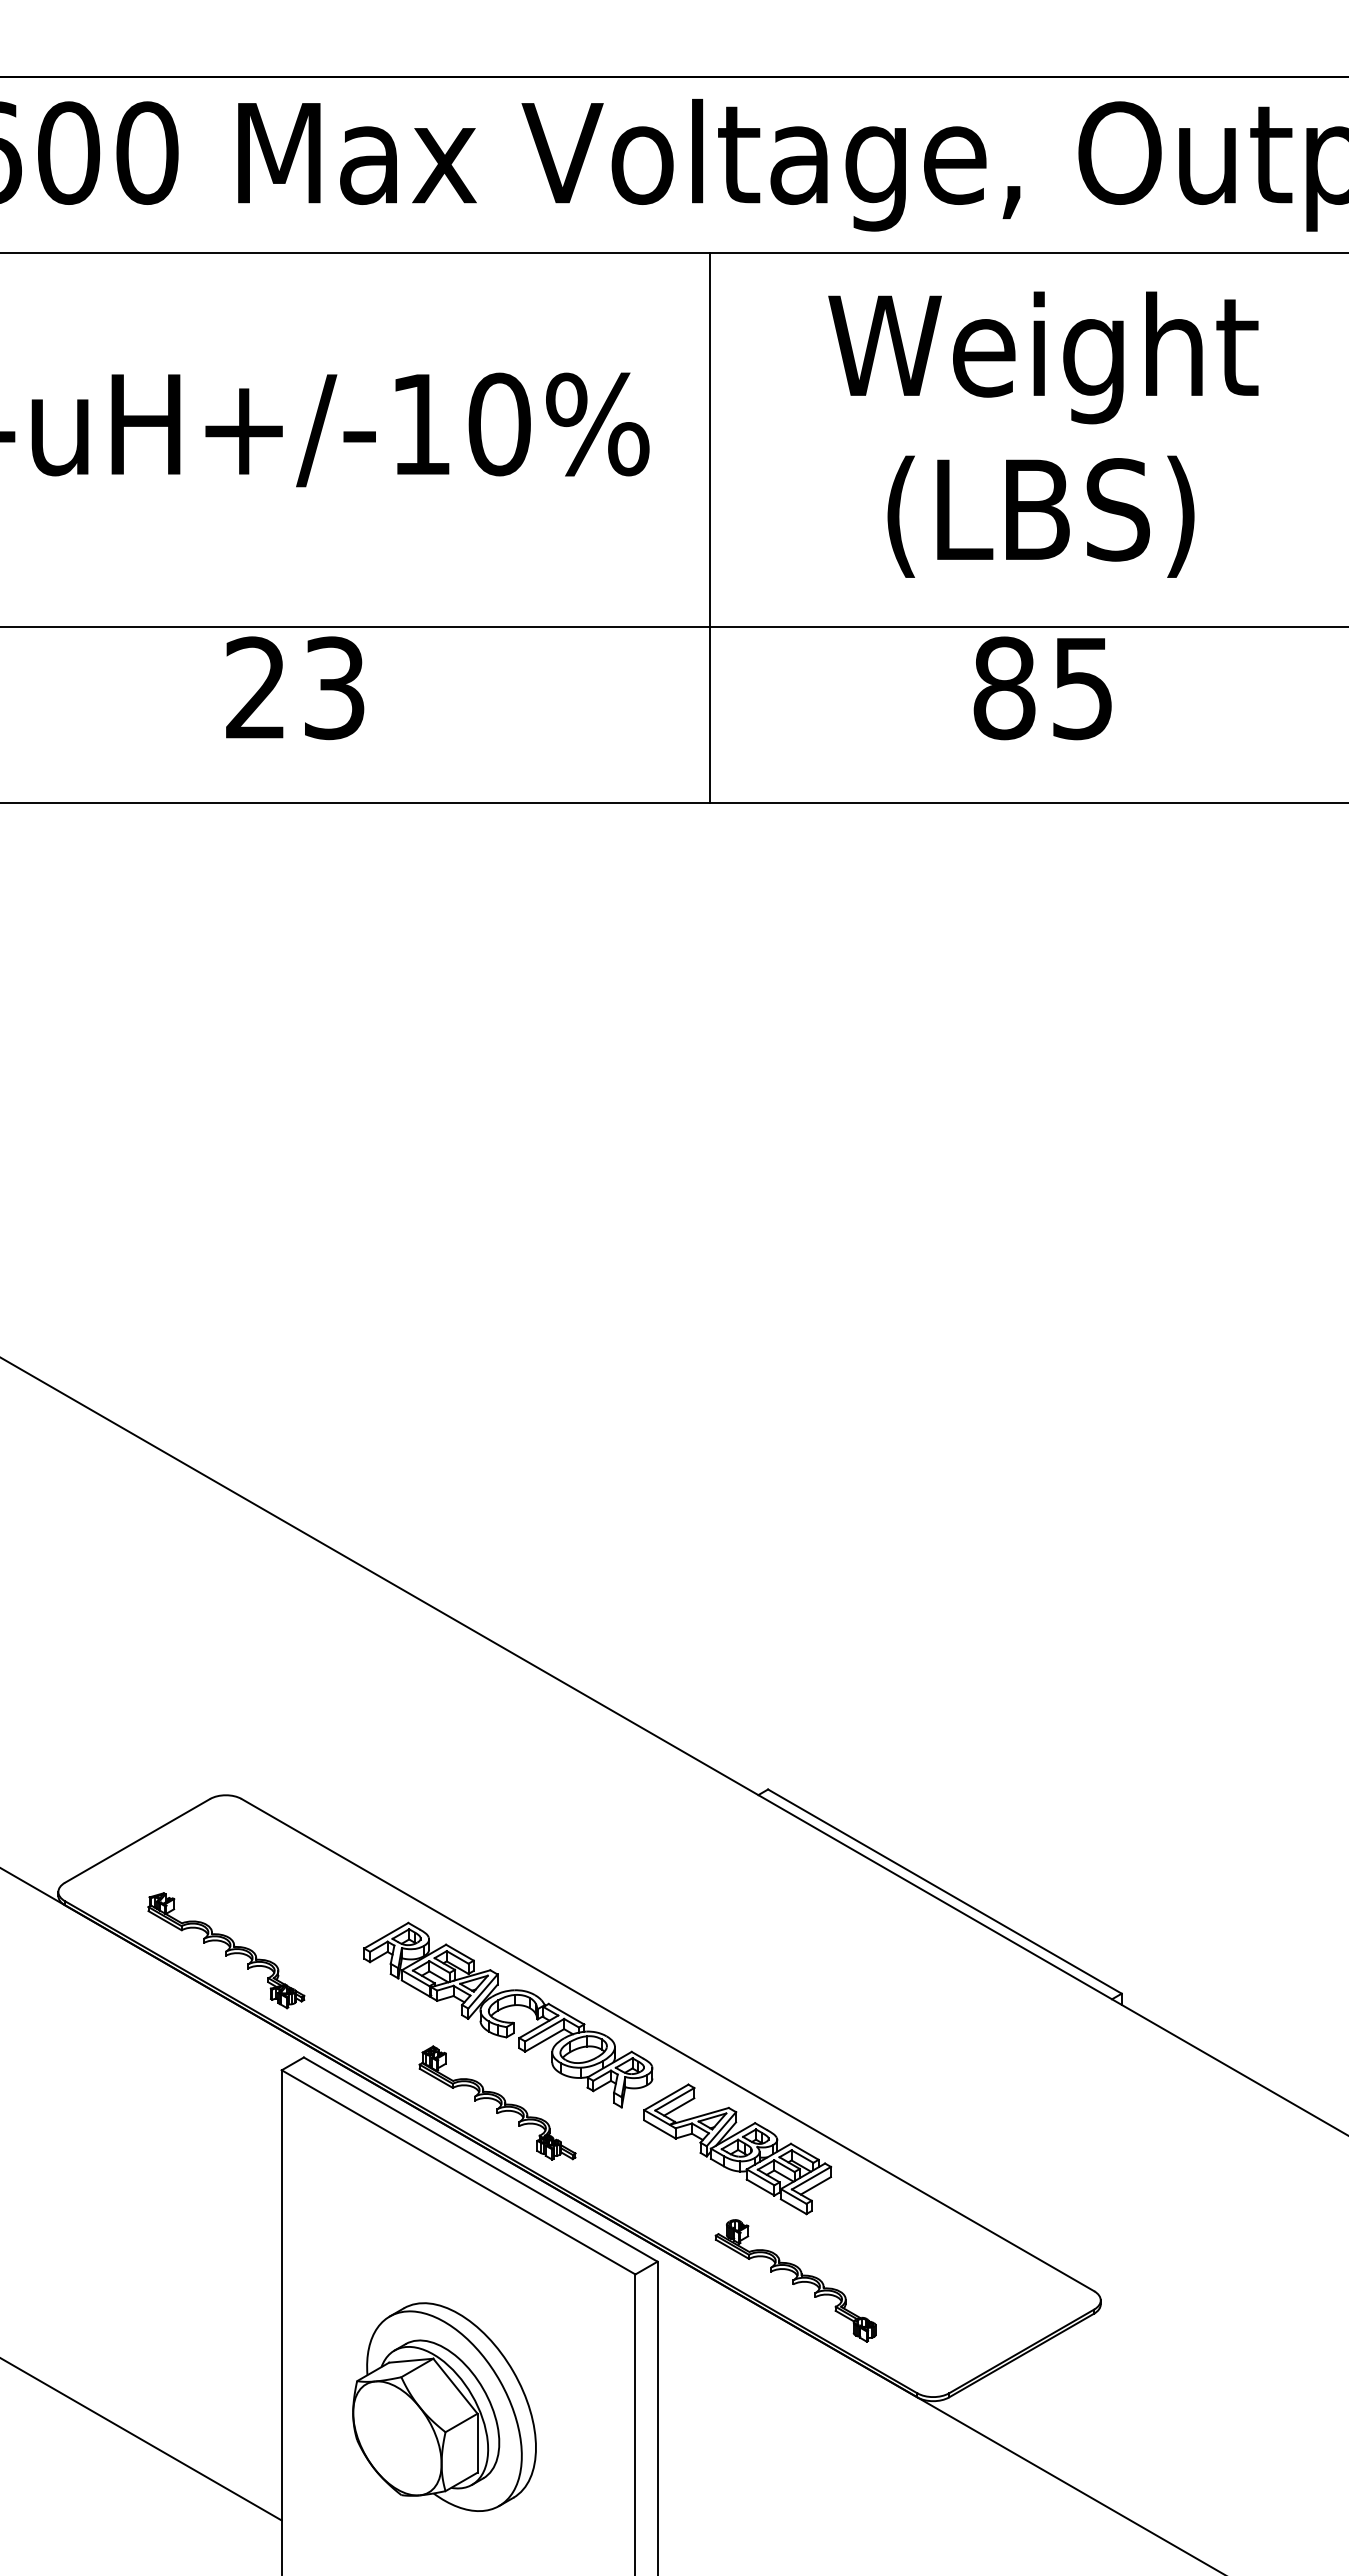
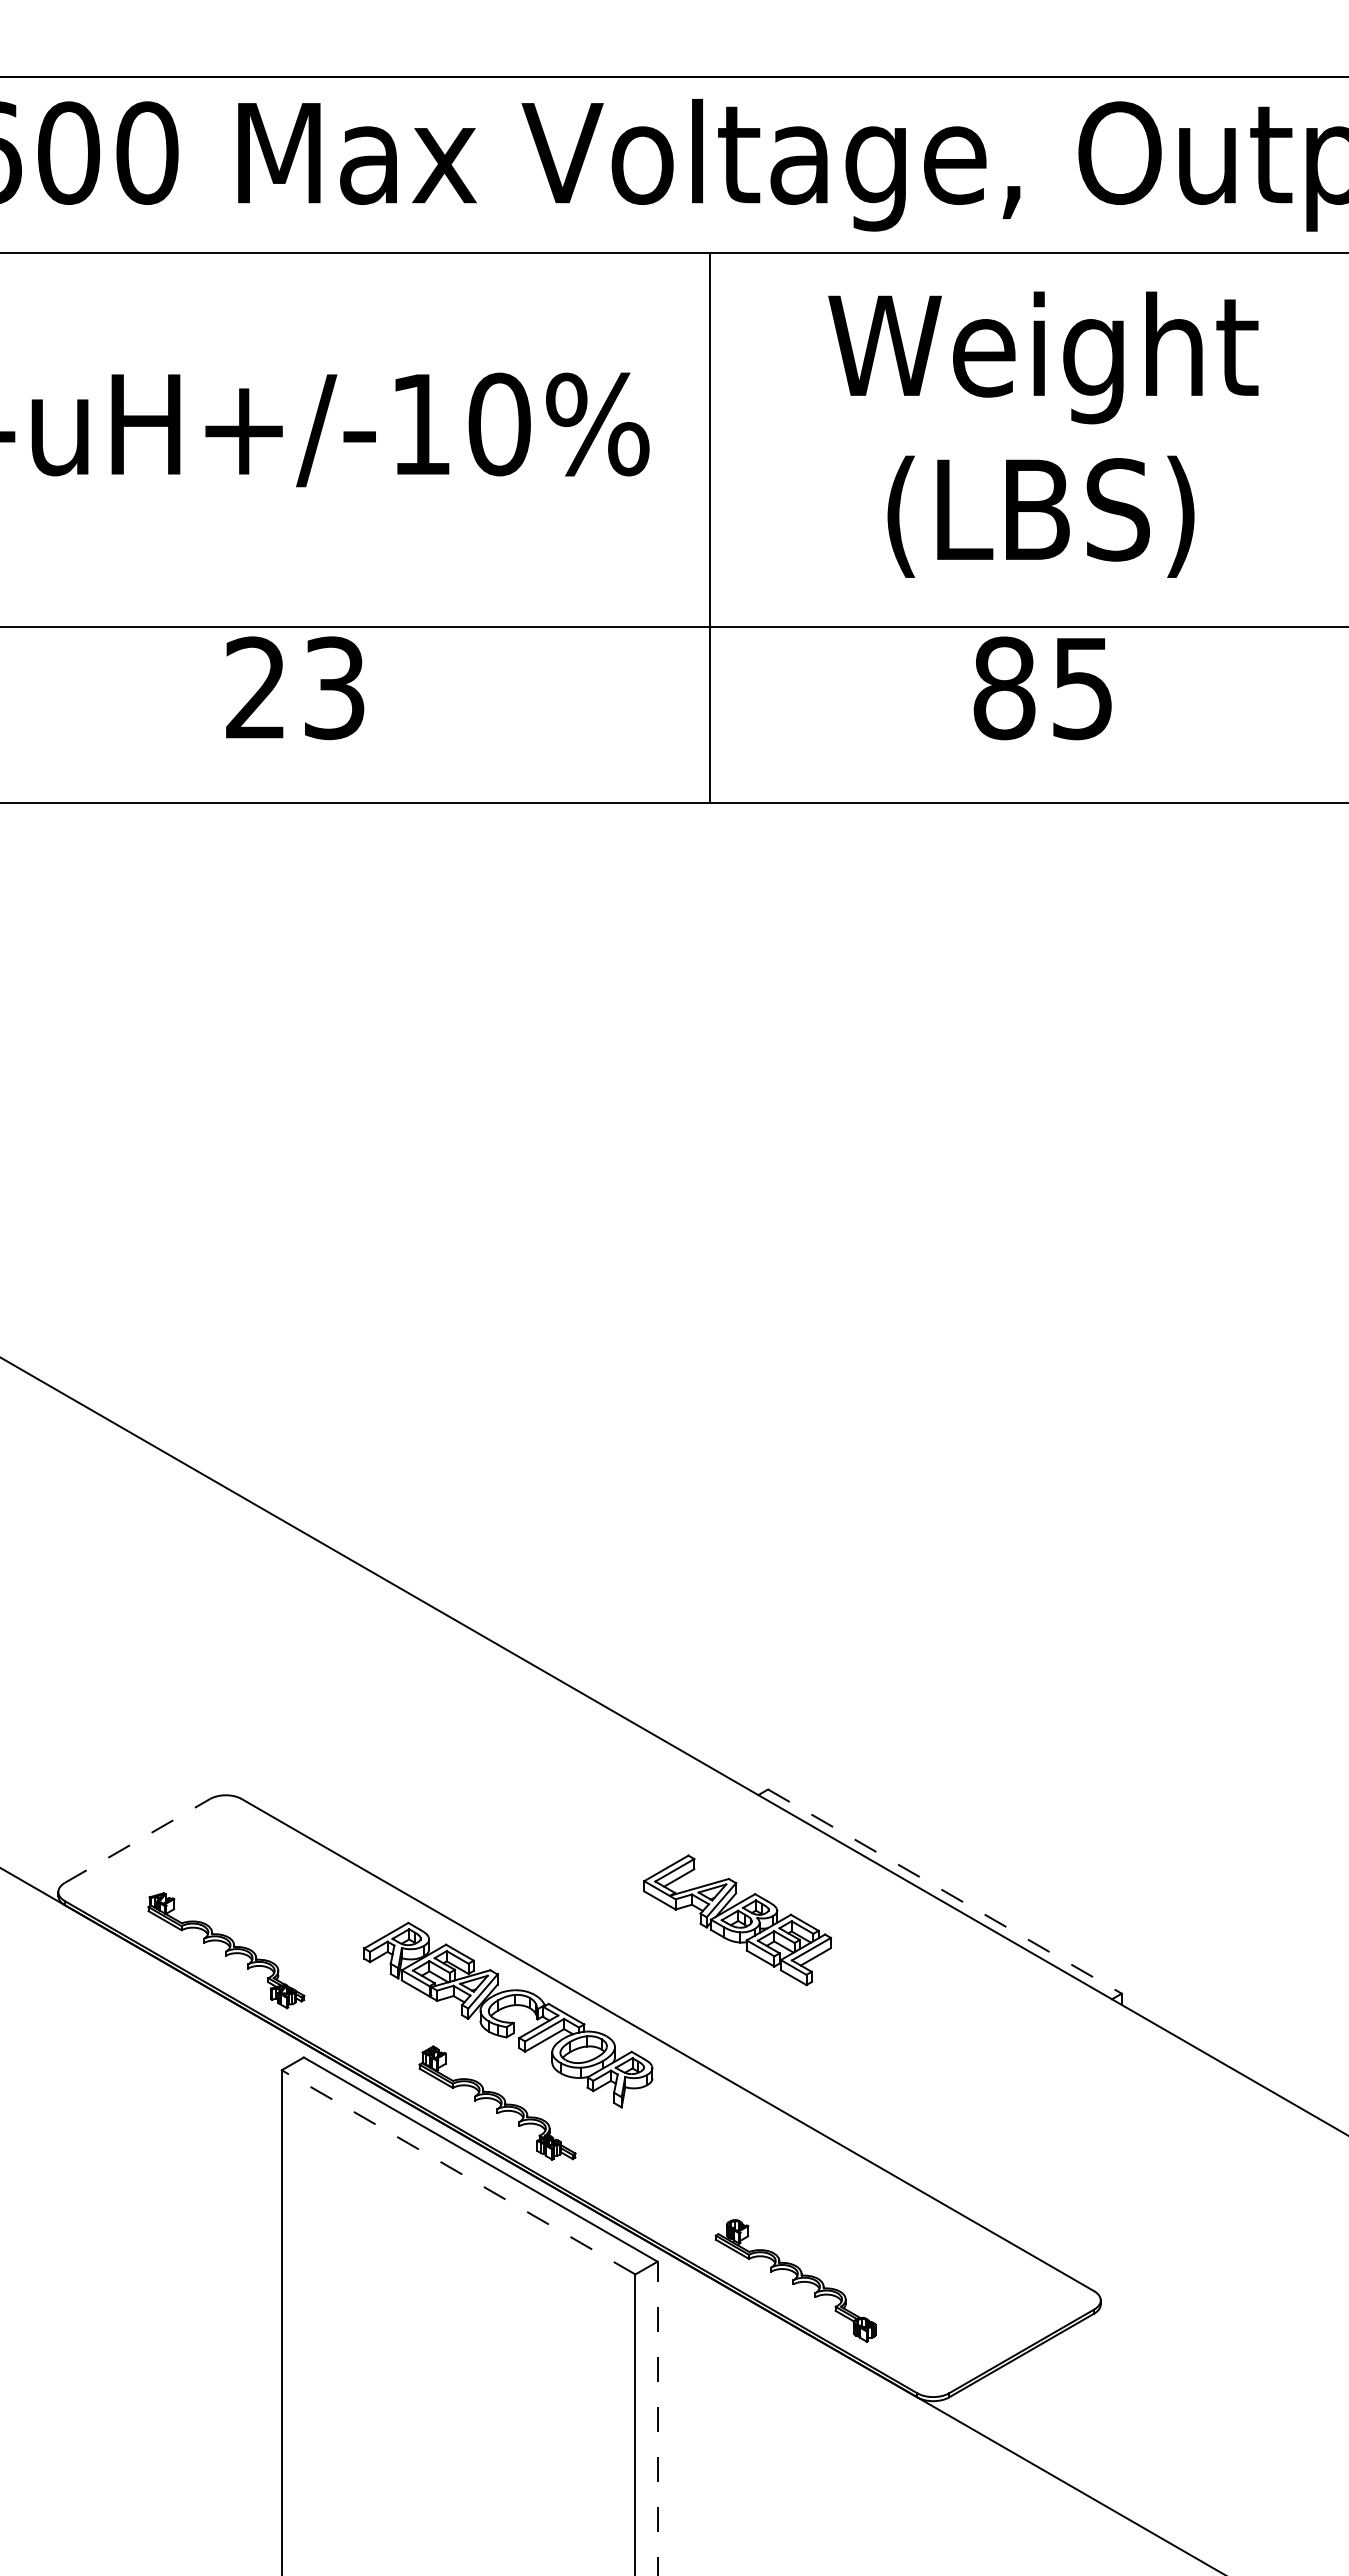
line at (137, 1840): solid -> dashed
line at (945, 1891): solid -> dashed
part at (737, 2149) position: (737, 2149) -> (737, 1920)
line at (458, 2172): solid -> dashed
part at (444, 2406): present -> none
line at (657, 2418): solid -> dashed
line at (141, 2439): present -> none
